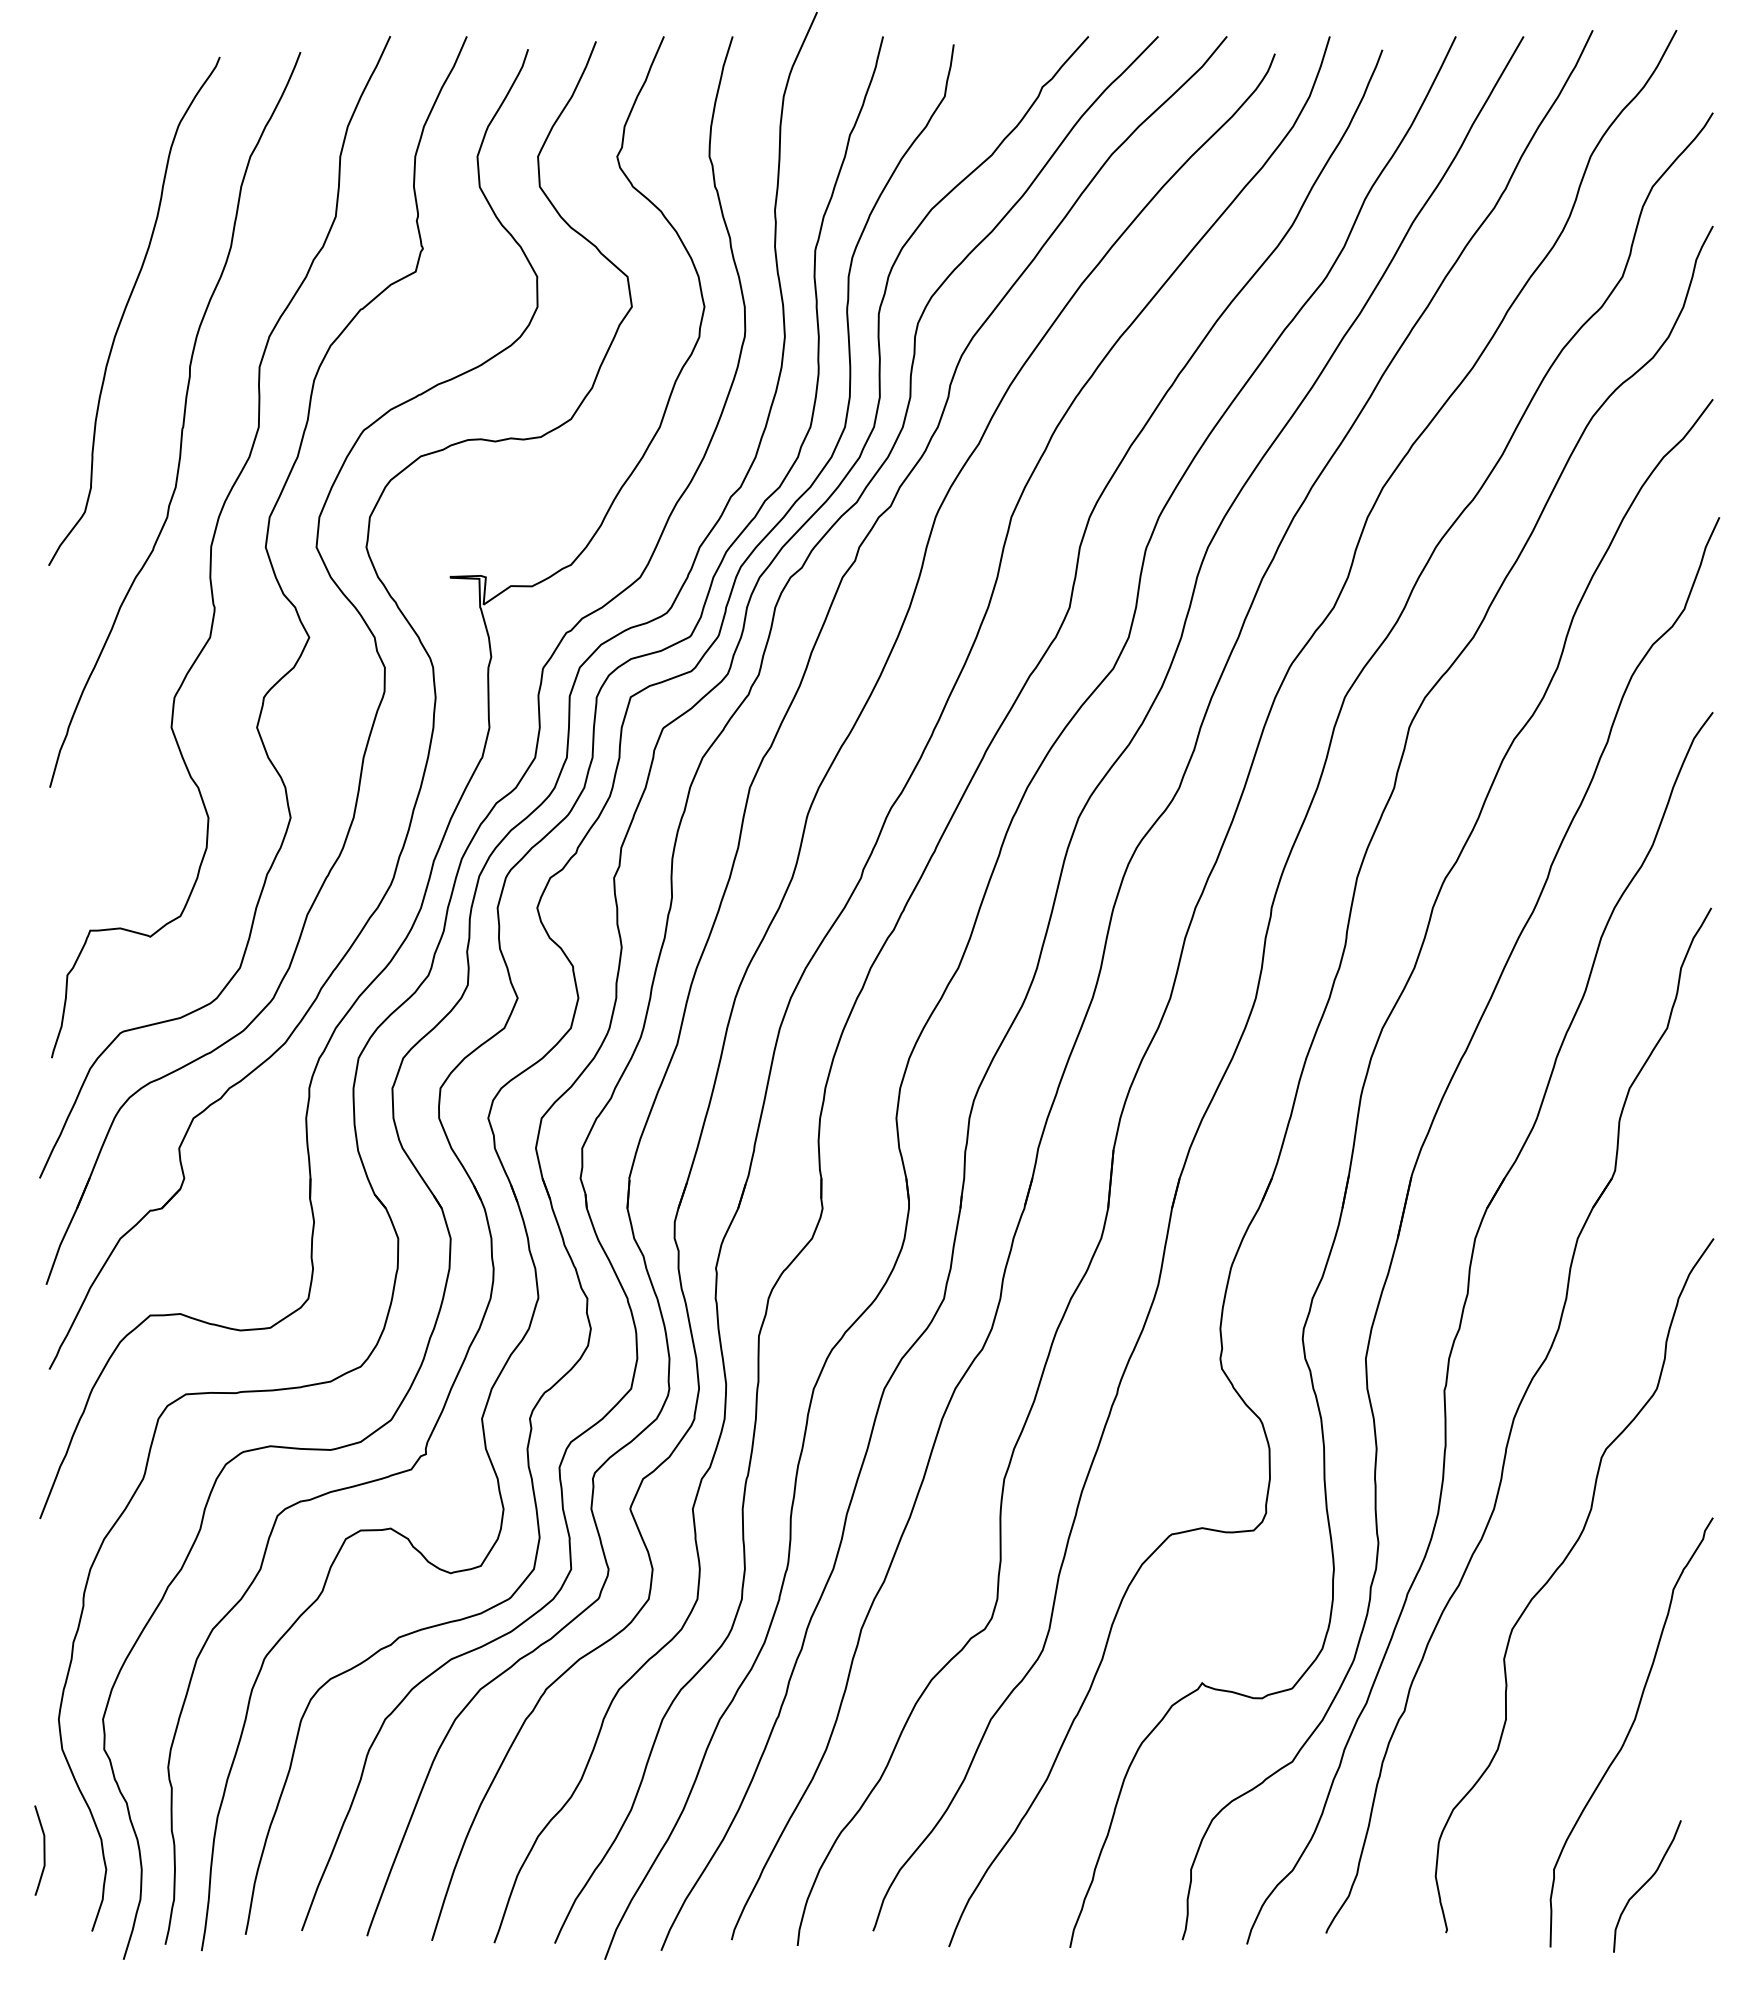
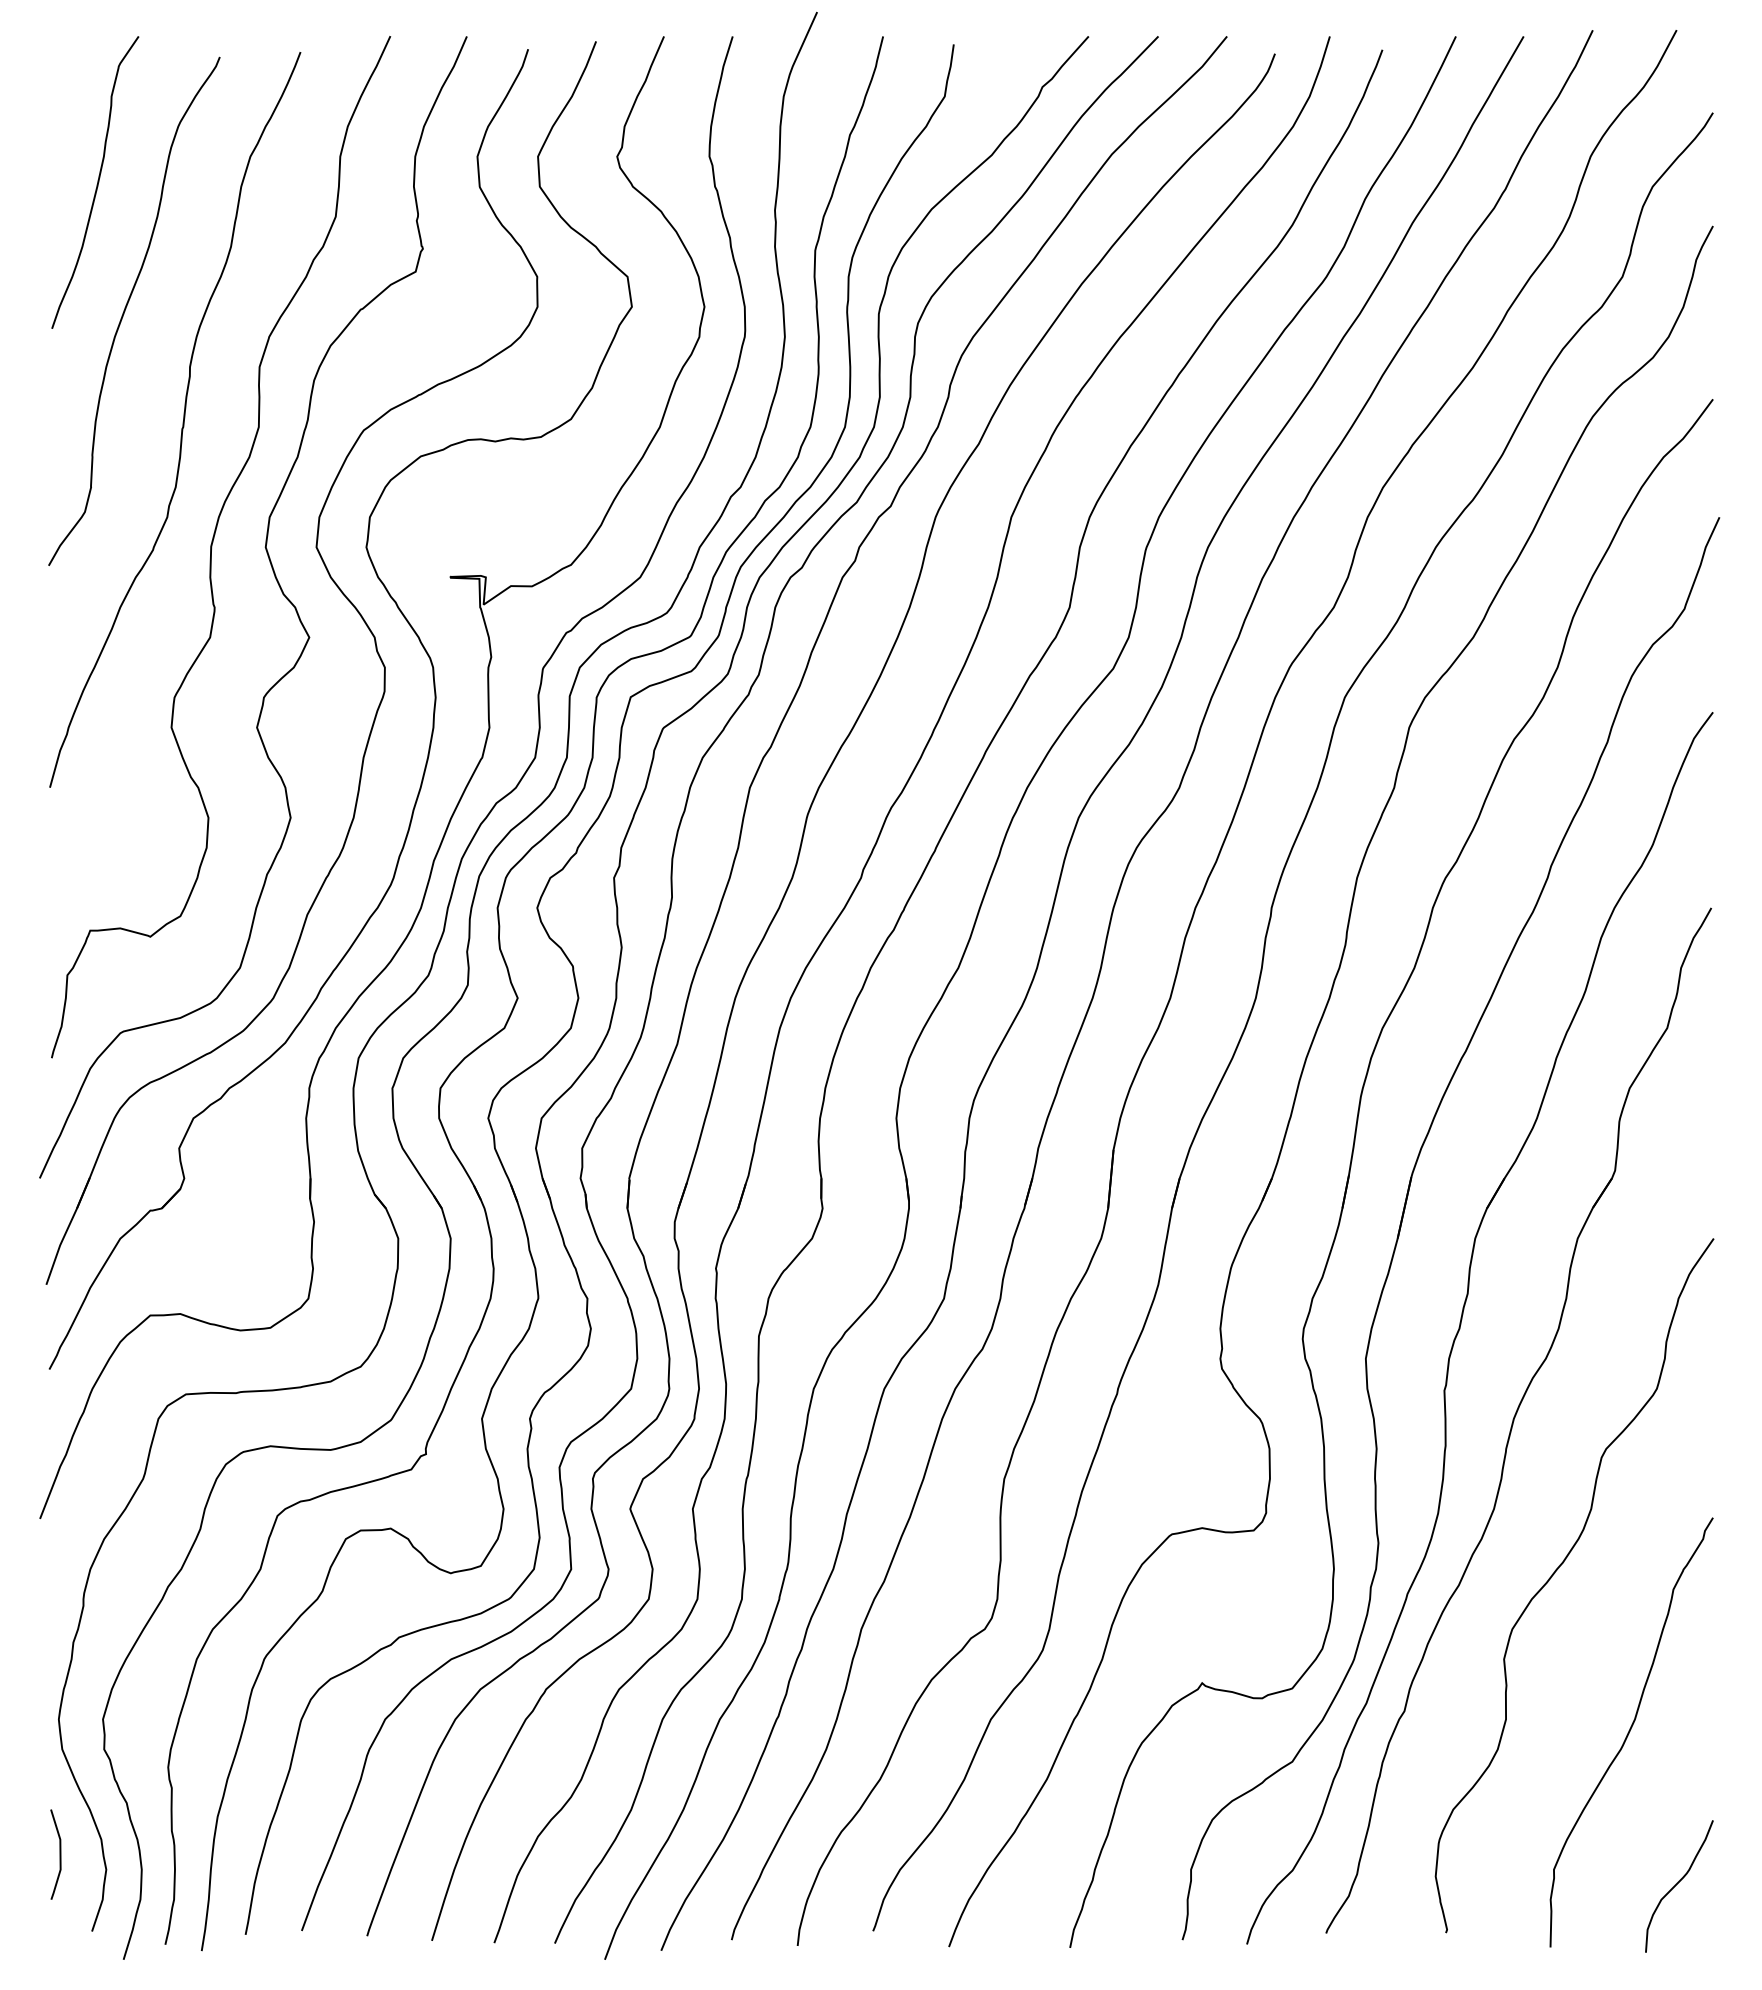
curve at (97, 182): none -> present
line at (43, 1850) position: (43, 1850) -> (59, 1854)
curve at (1645, 1884) position: (1645, 1884) -> (1677, 1884)
